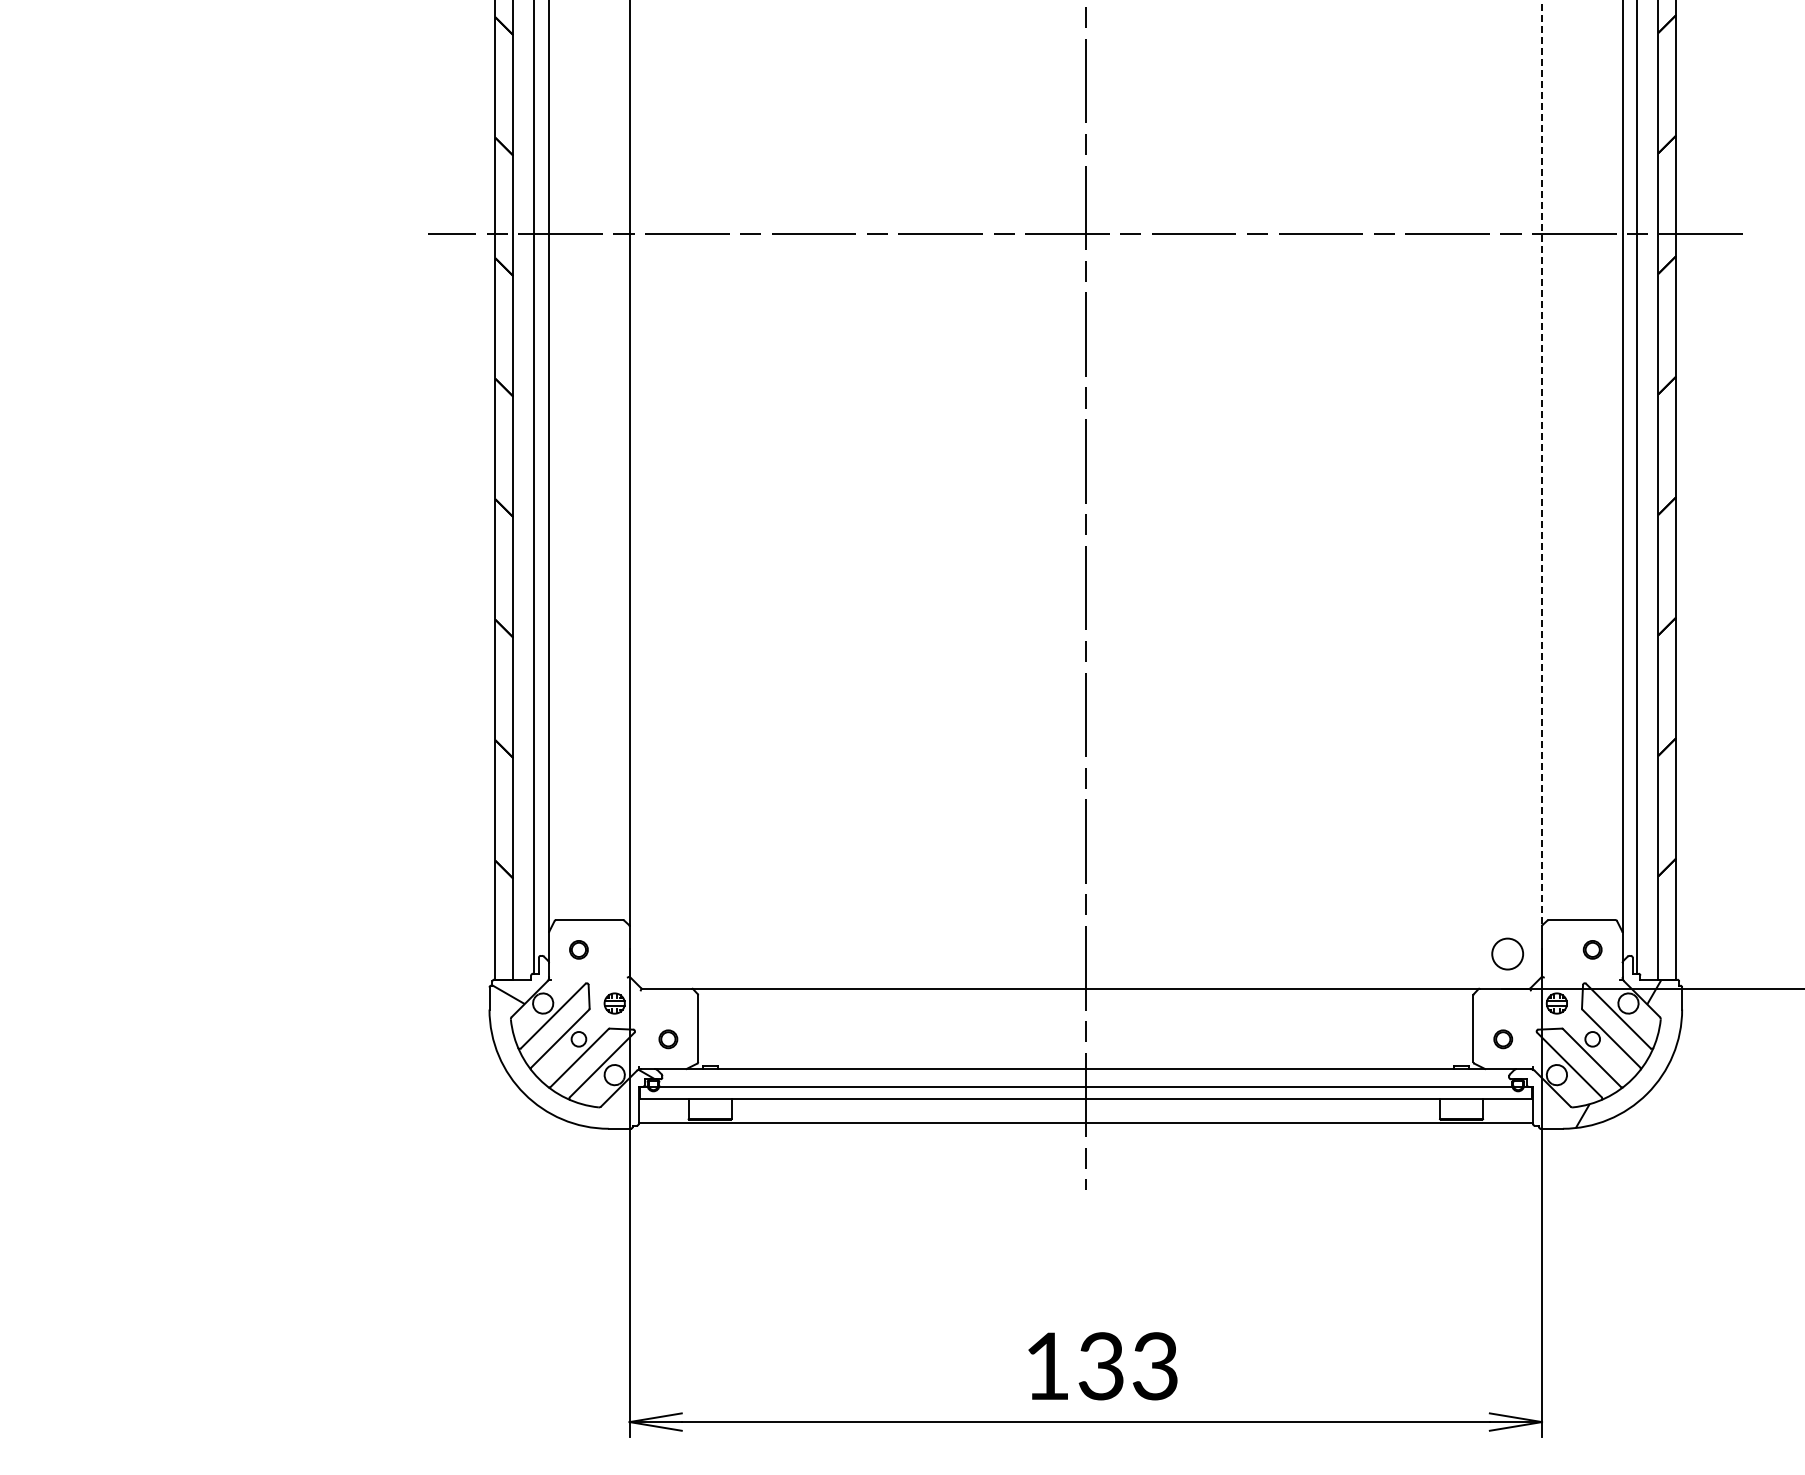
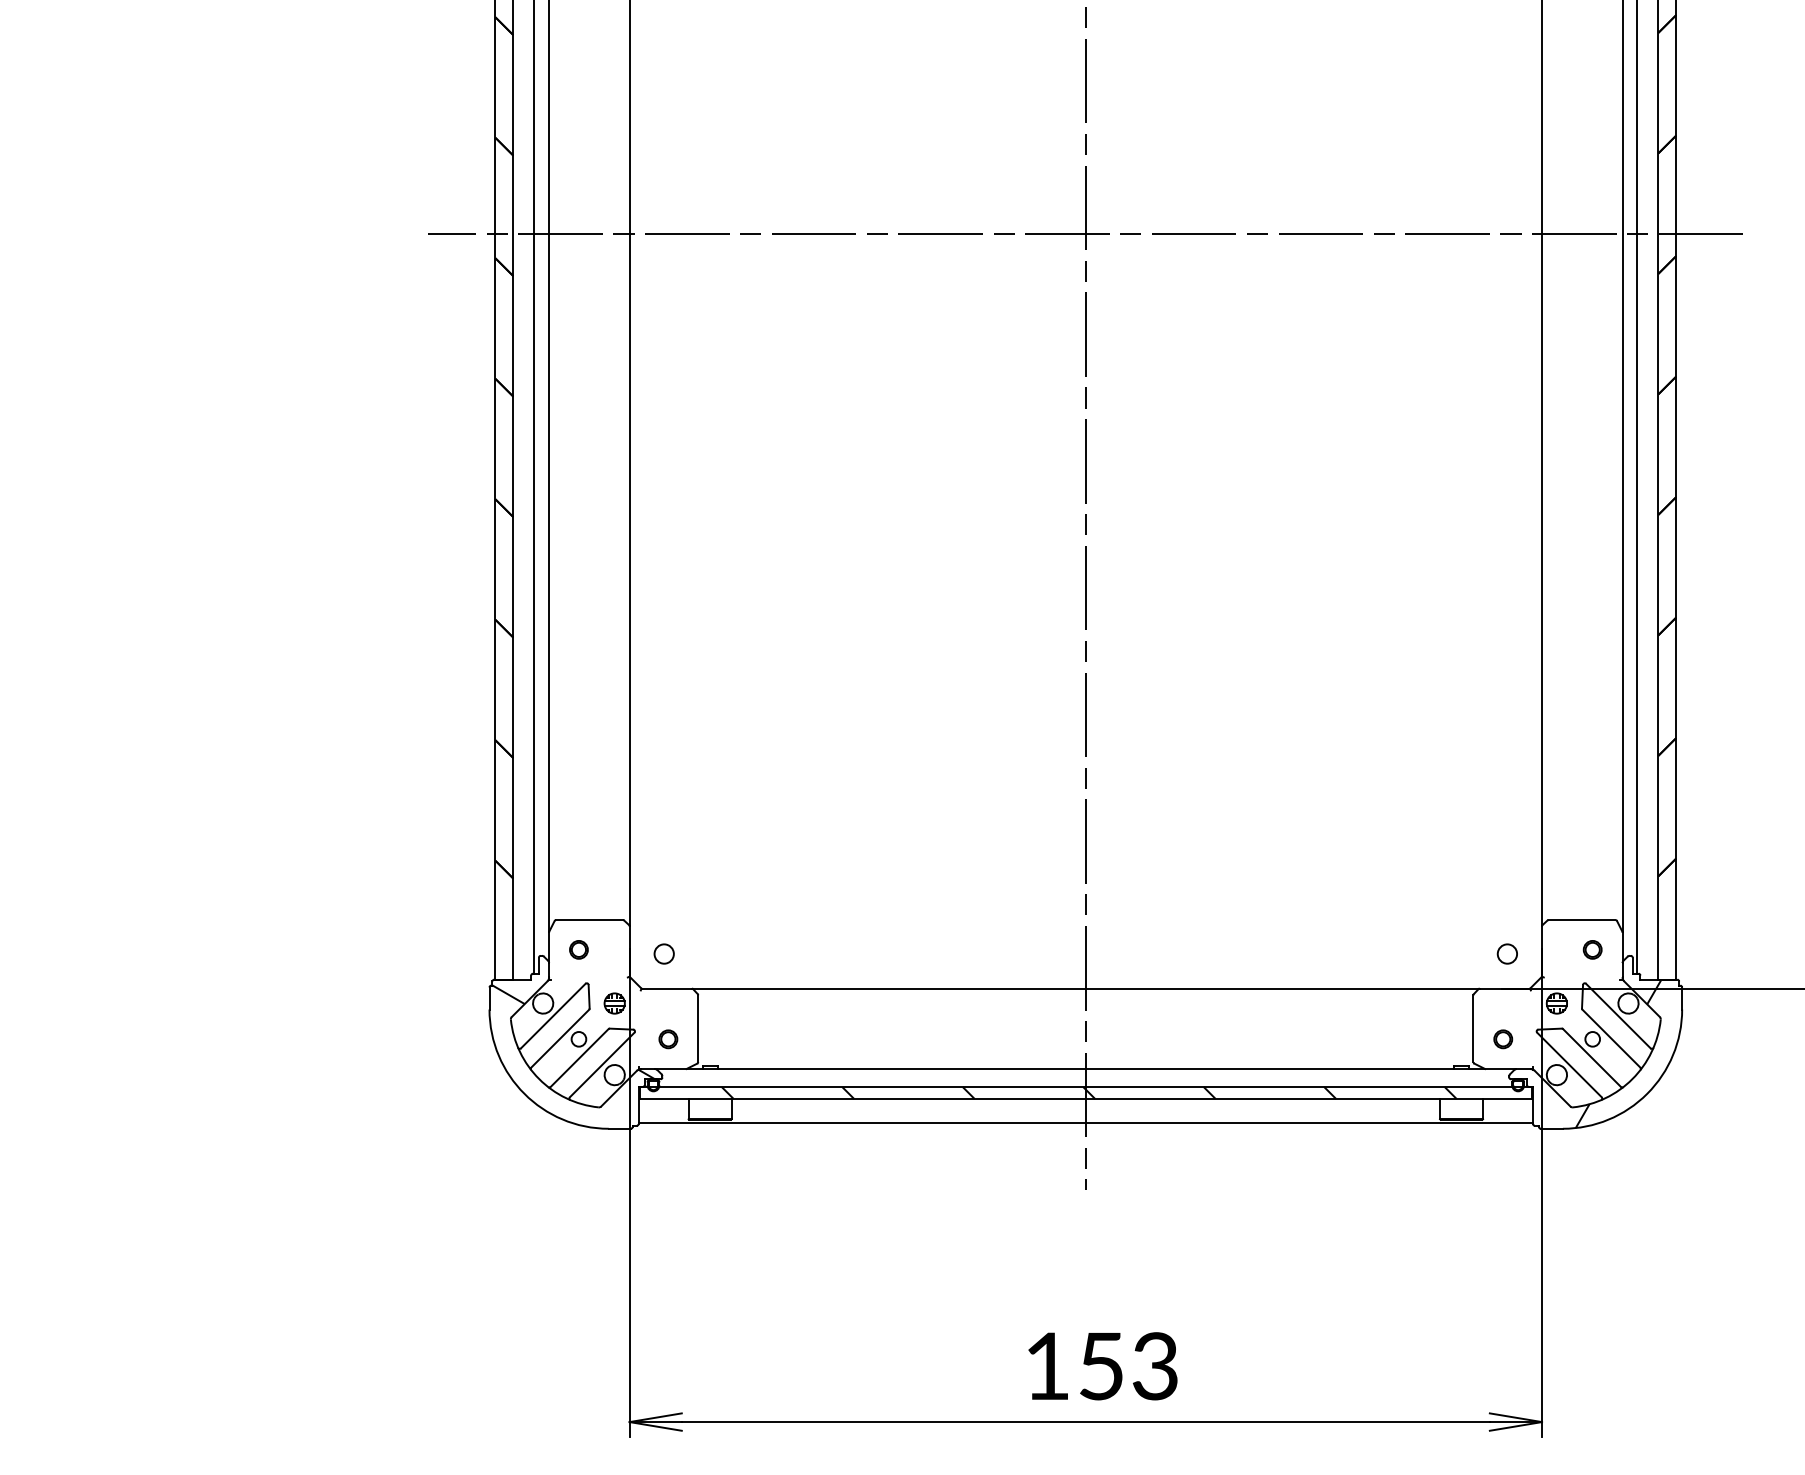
line at (1542, 463): dashed -> solid
circle at (663, 953): none -> present
circle at (1507, 953) size: 34x34 px -> 22x22 px
hatch at (1088, 1092): none -> present
text at (1100, 1366): 133 -> 153
